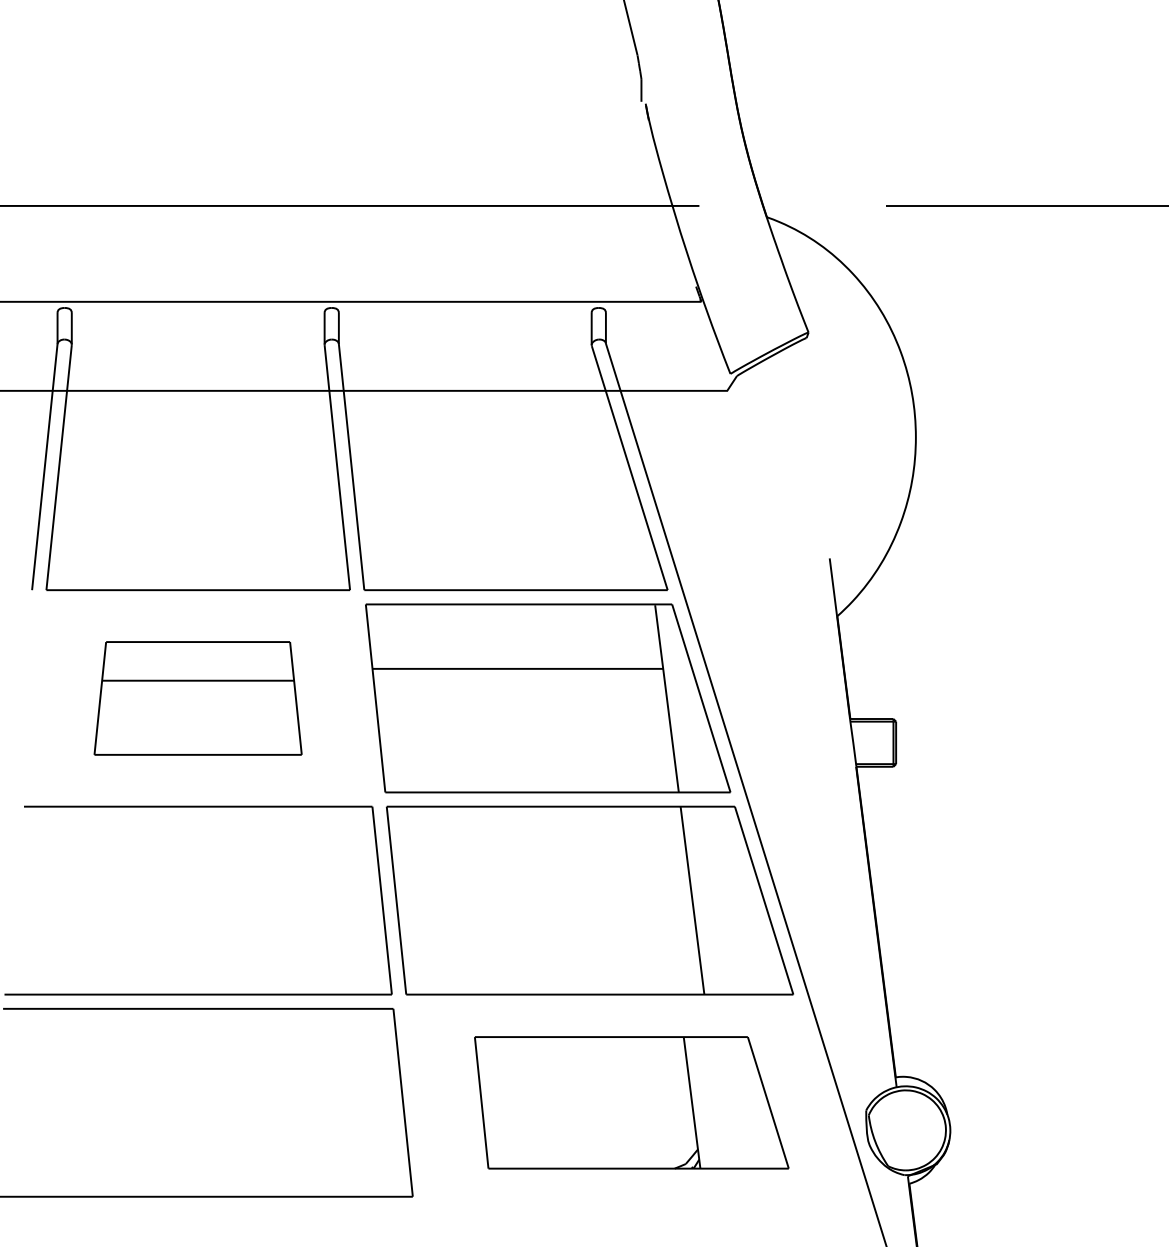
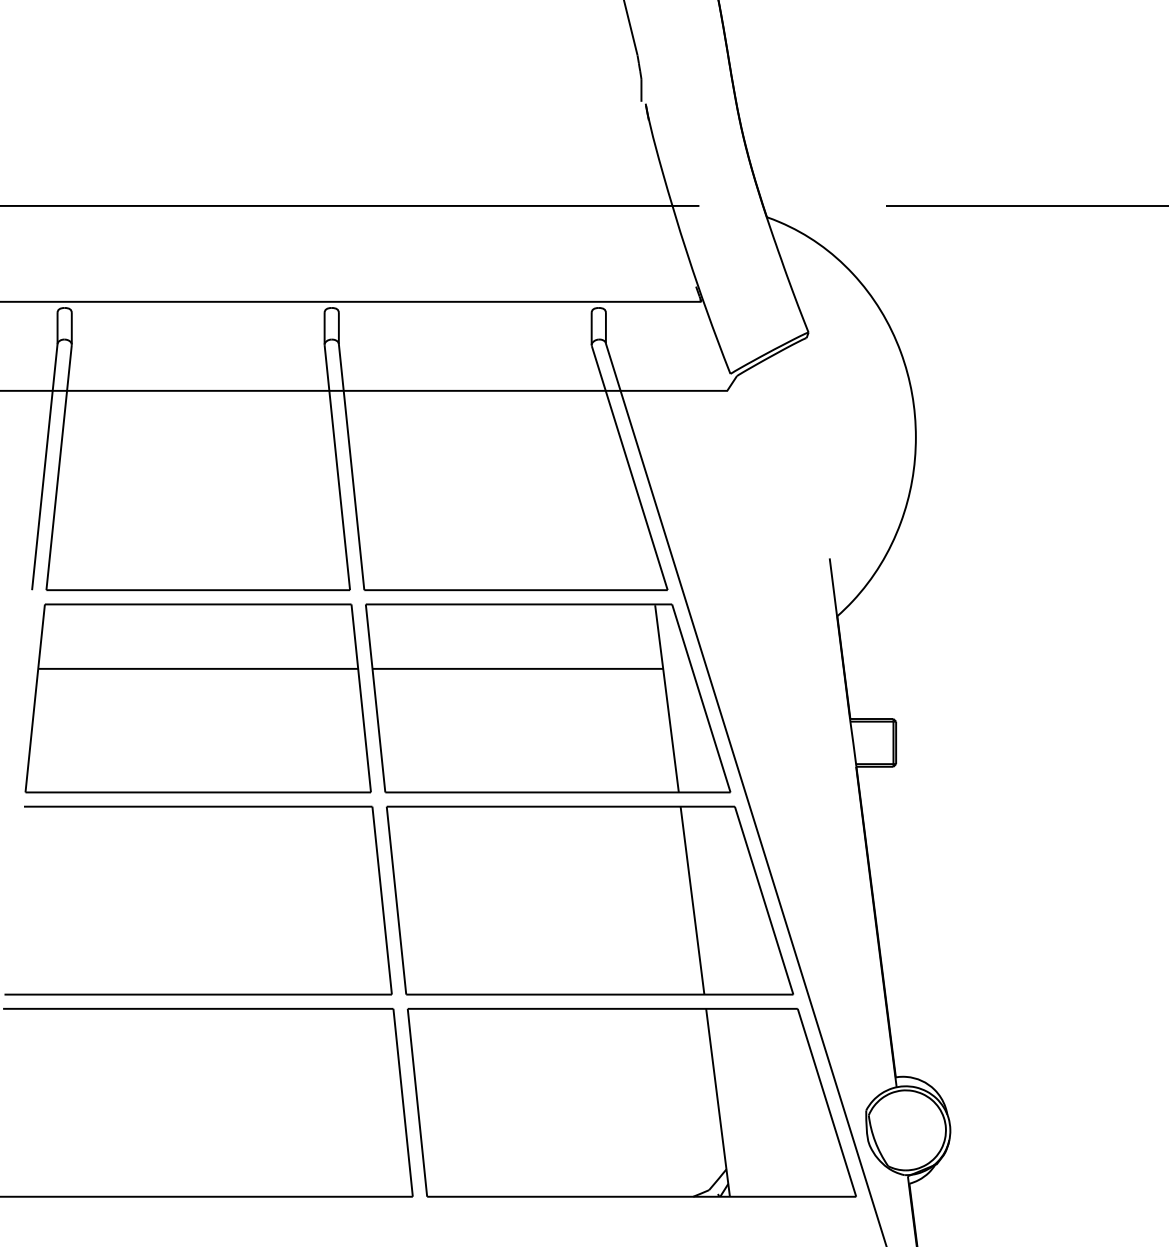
part at (197, 698) size: 210x115 px -> 348x191 px
part at (631, 1102) size: 316x134 px -> 451x190 px
